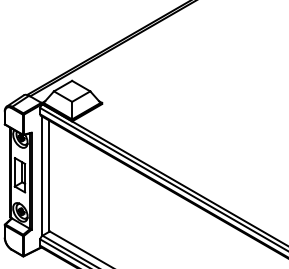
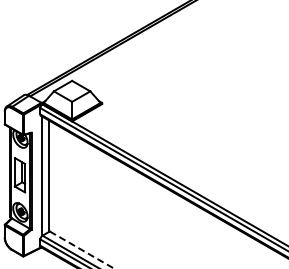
line at (82, 250): solid -> dashed
